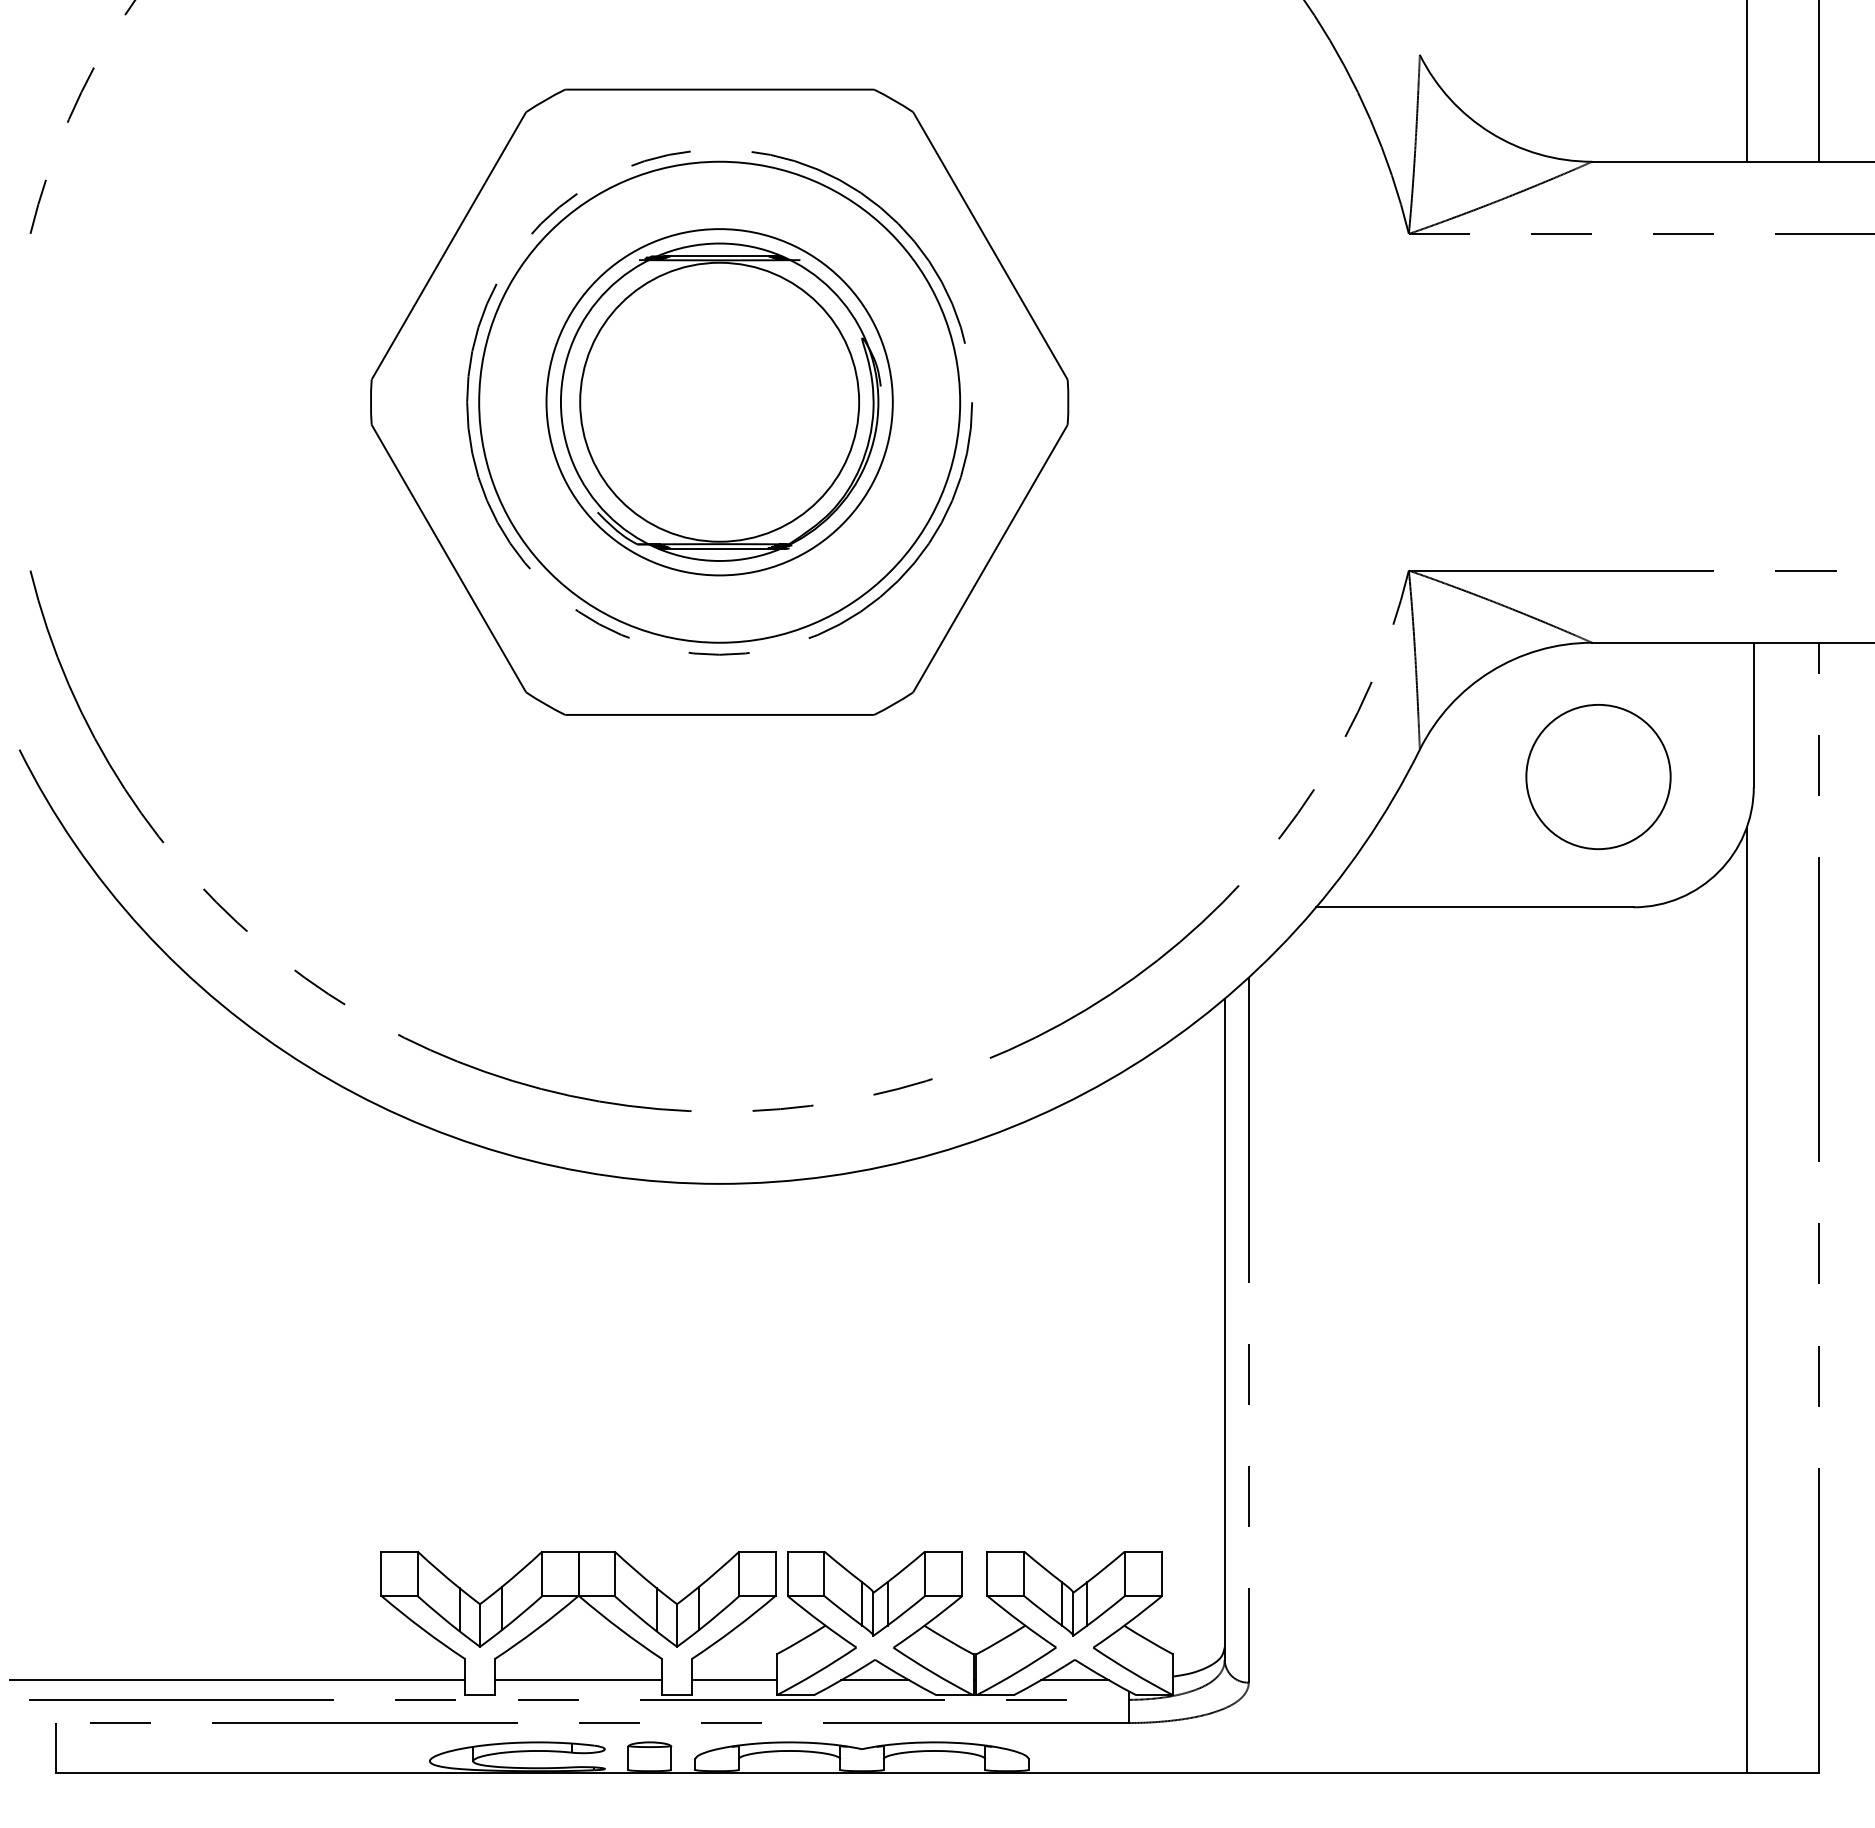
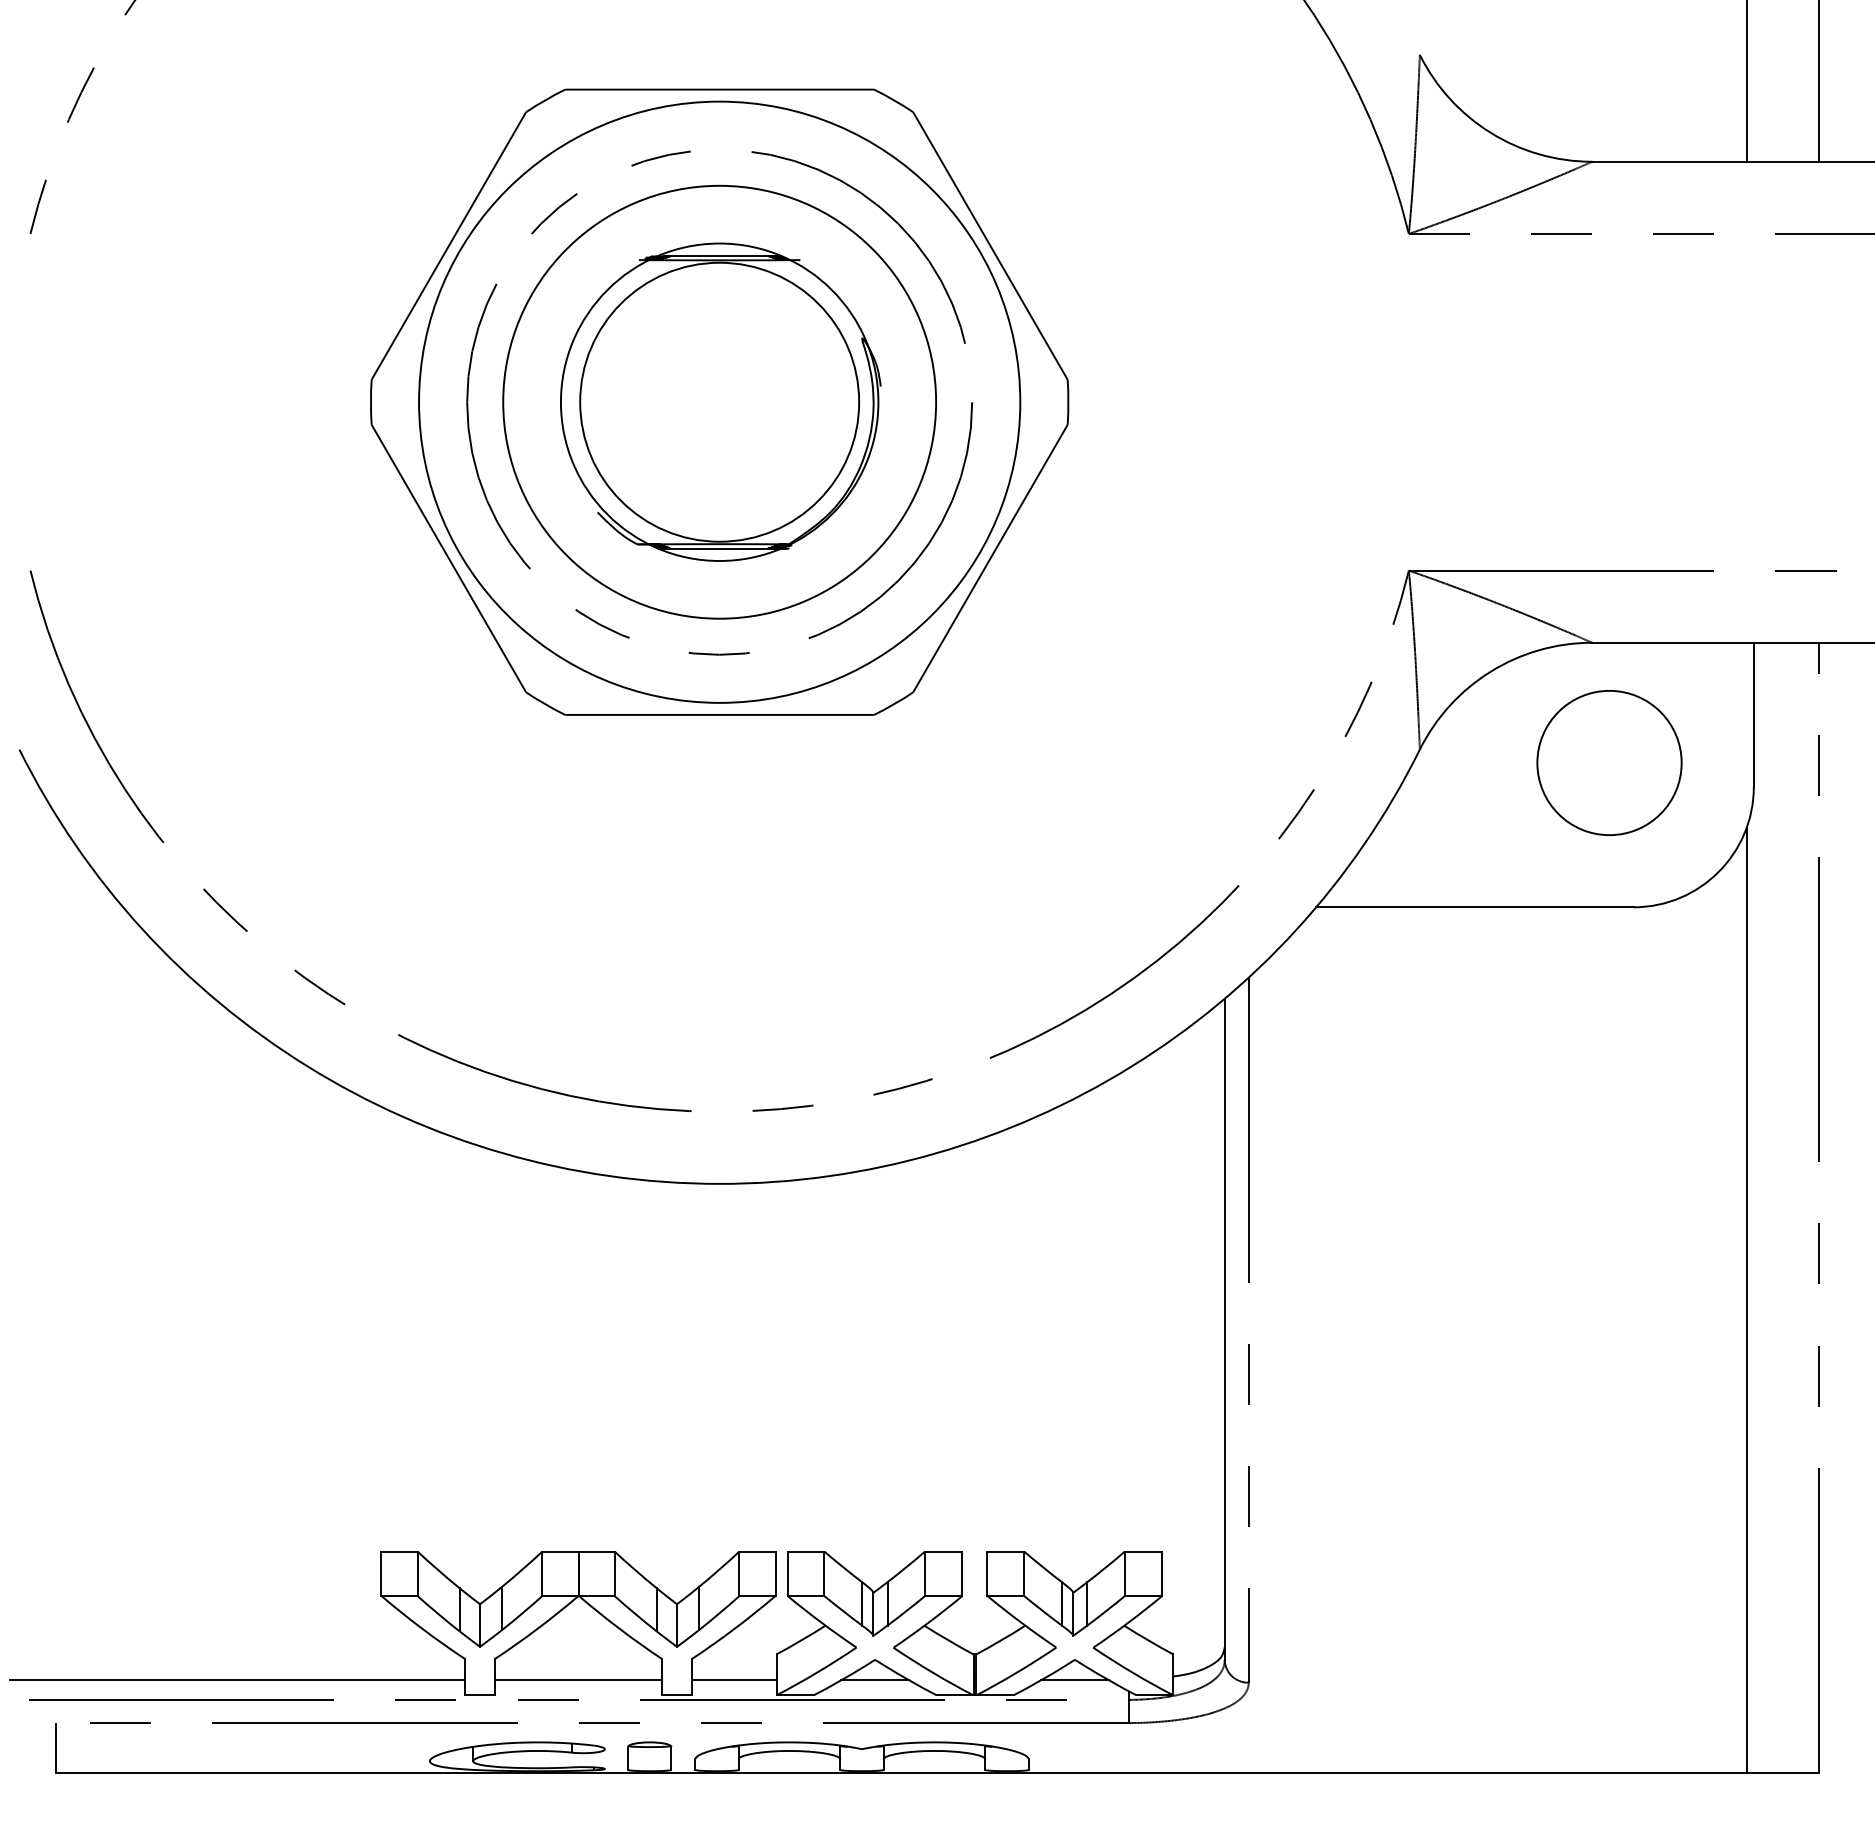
circle at (719, 401) diameter: 481 px -> 601 px
circle at (719, 402) diameter: 346 px -> 433 px
circle at (1598, 777) position: (1598, 777) -> (1609, 763)
